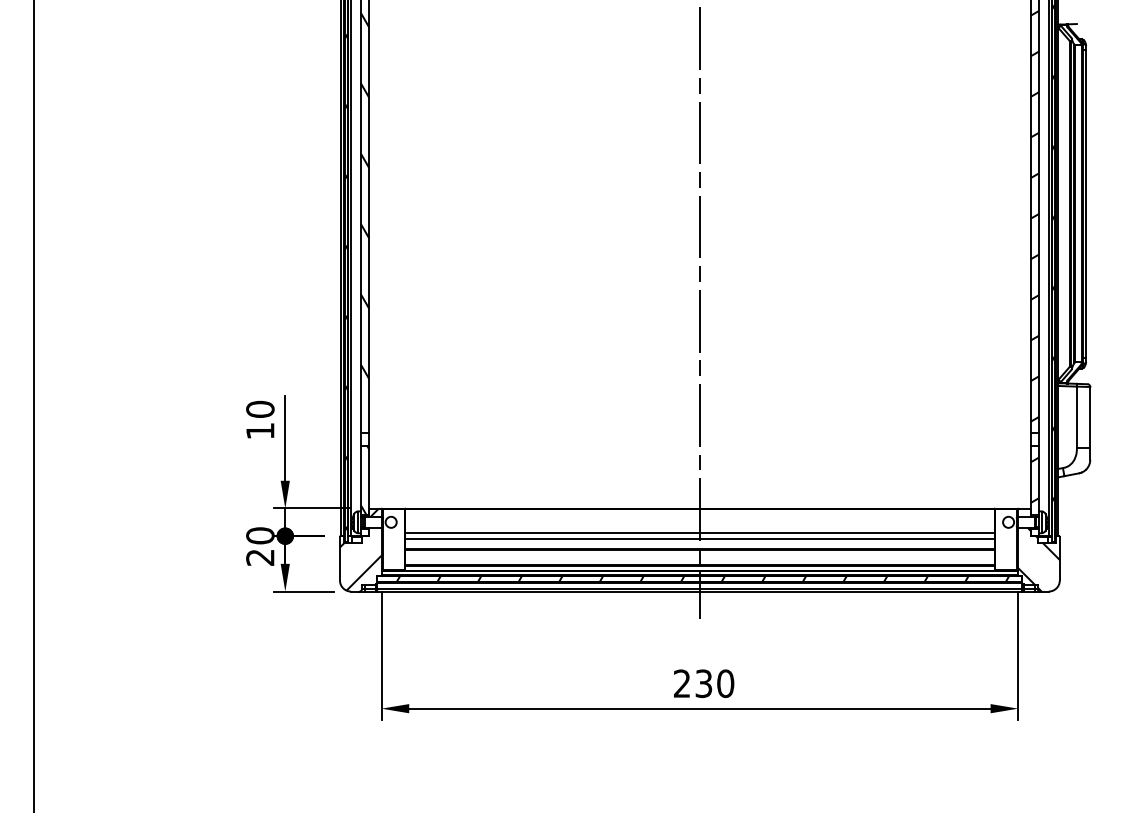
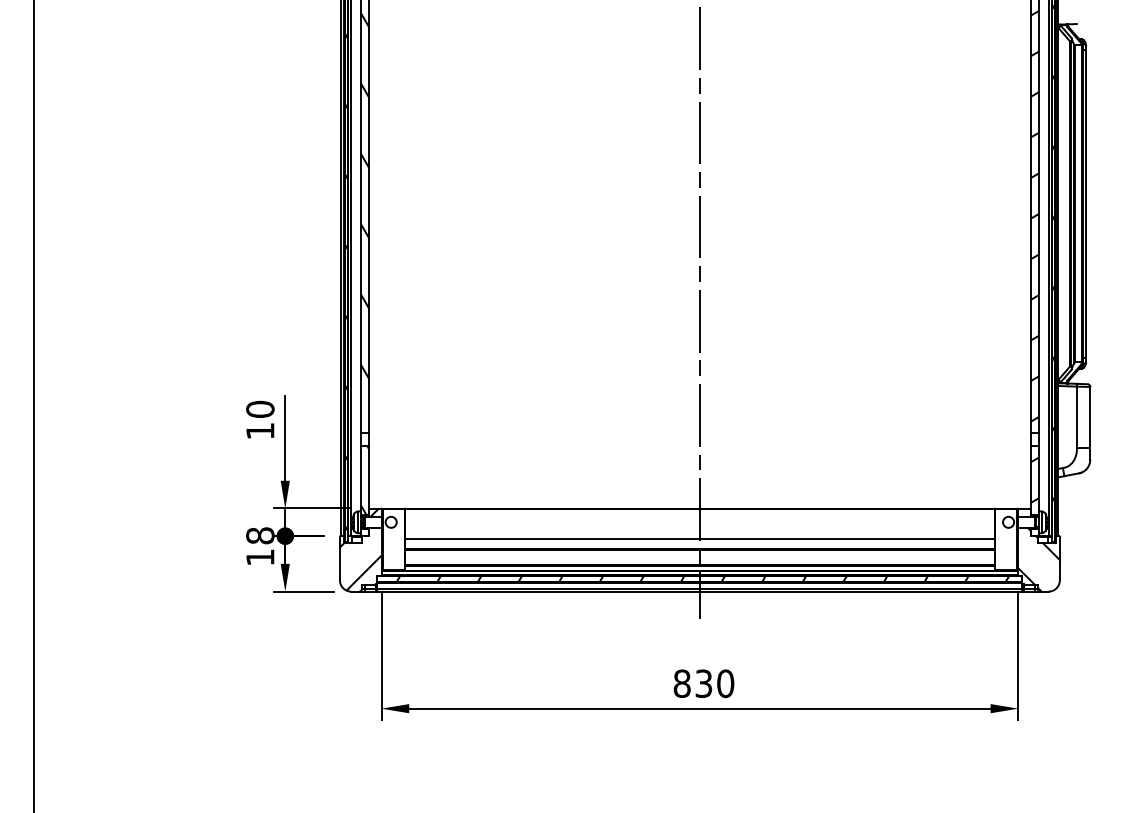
line at (699, 533): present -> none
text at (260, 546): 20 -> 18
text at (681, 683): 230 -> 830
